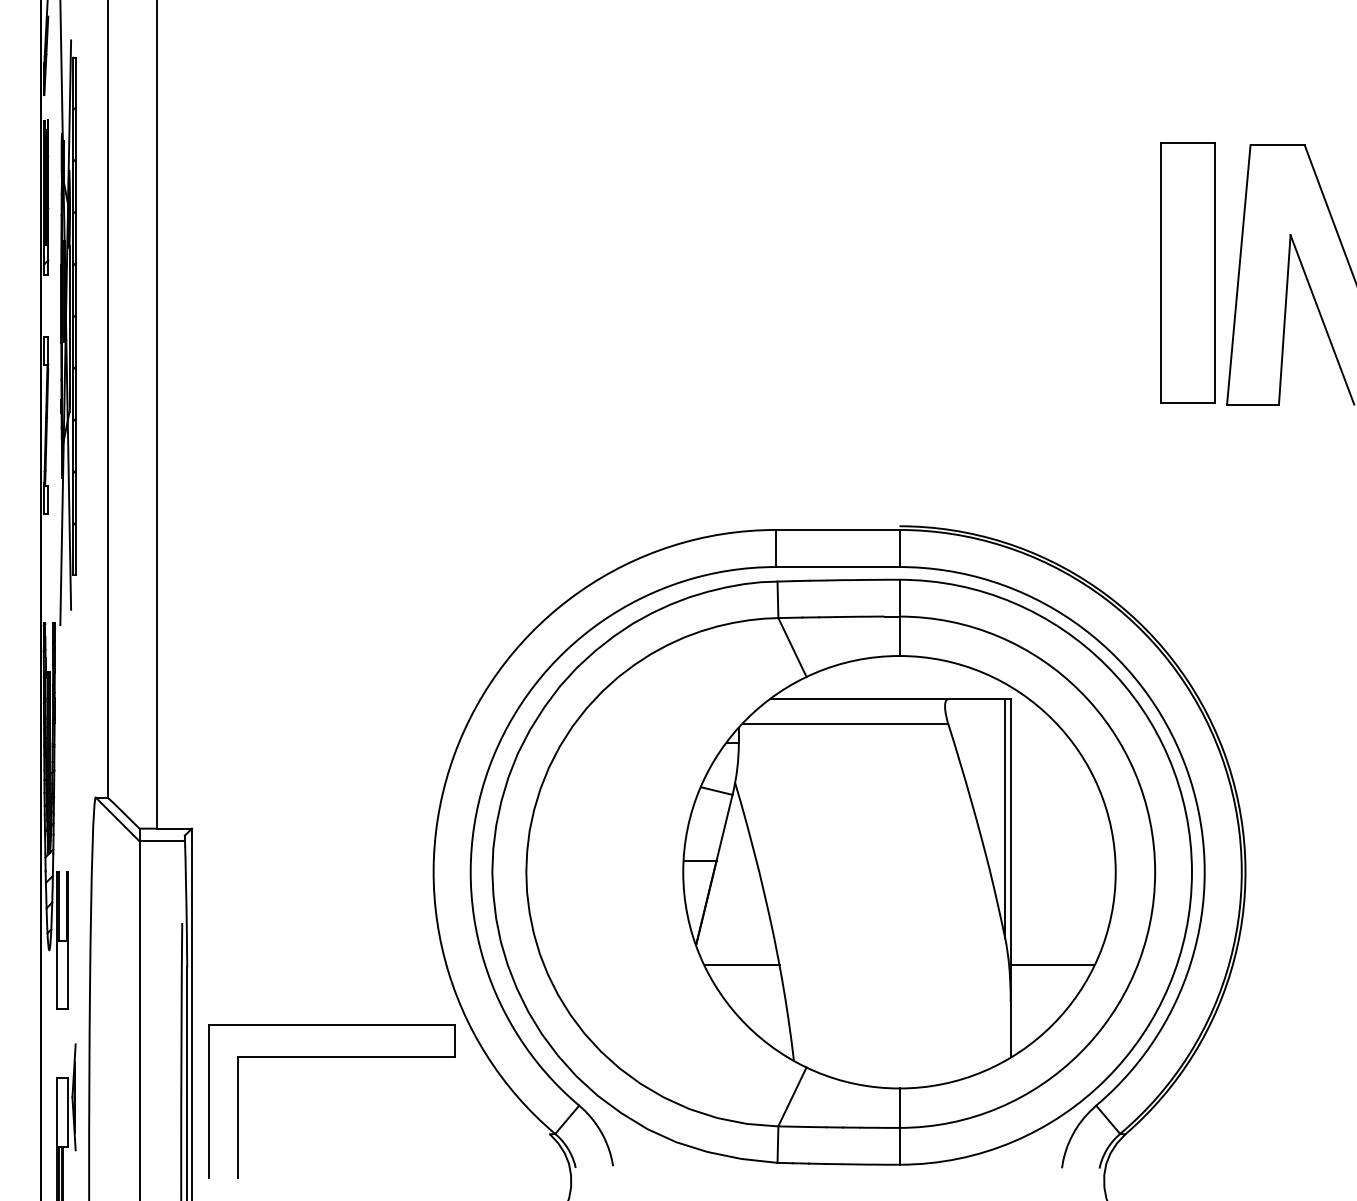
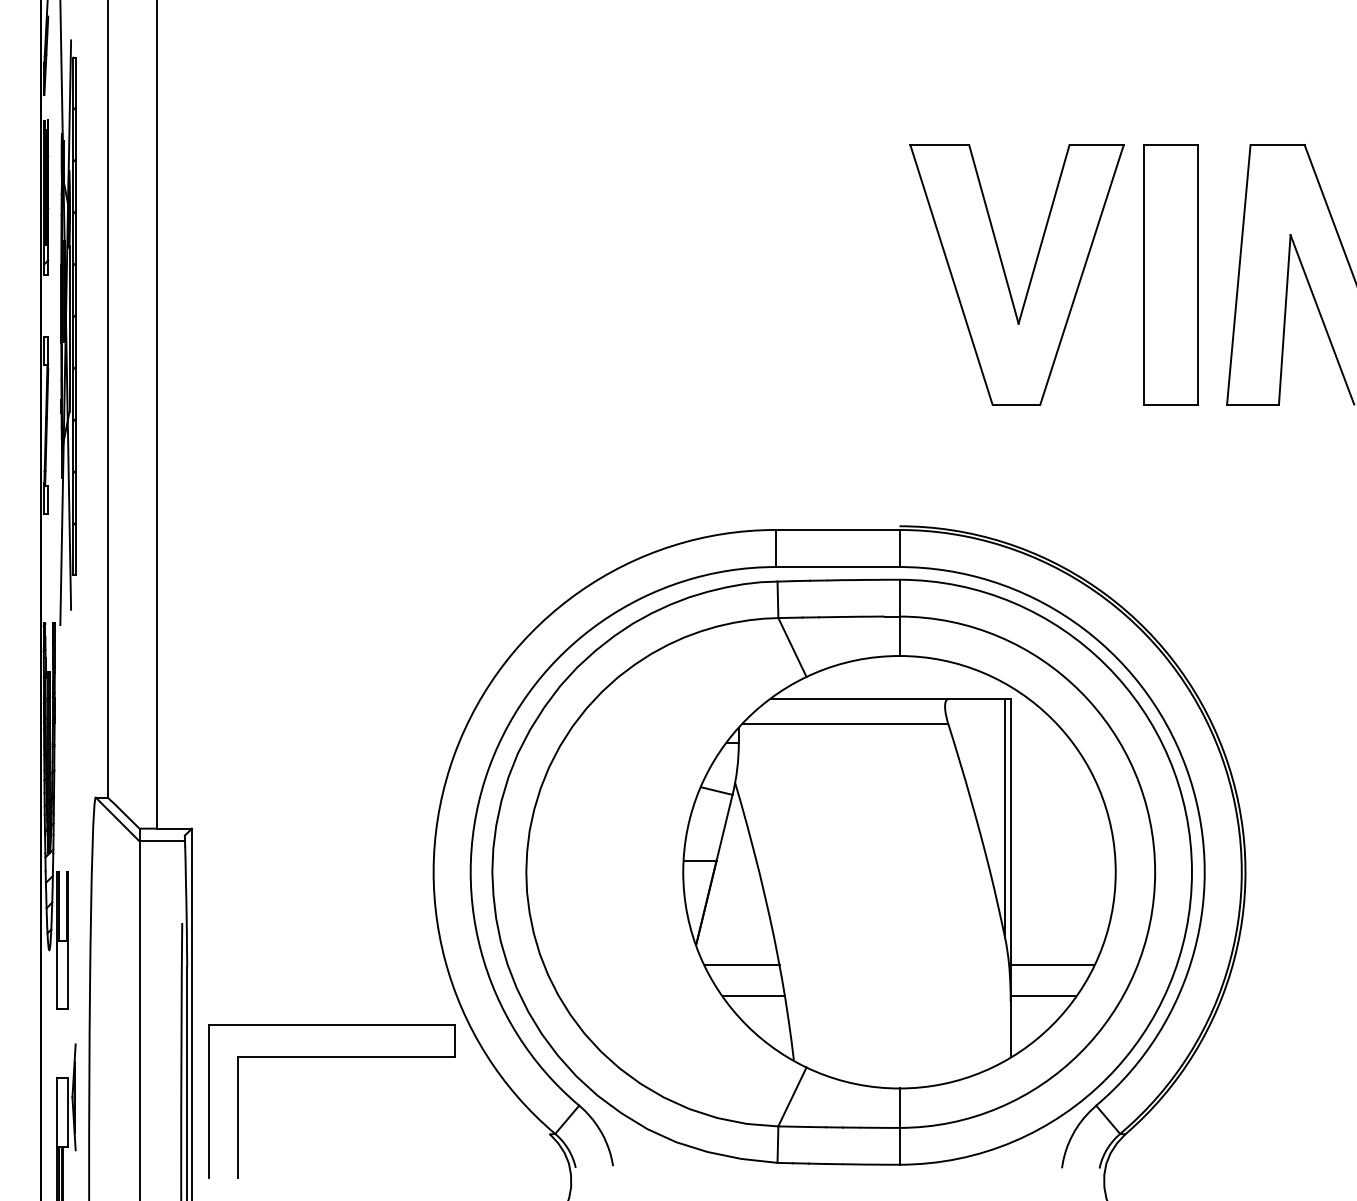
part at (1187, 272) position: (1187, 272) -> (1170, 274)
part at (1006, 275): none -> present
line at (753, 995): none -> present
line at (1042, 995): none -> present
